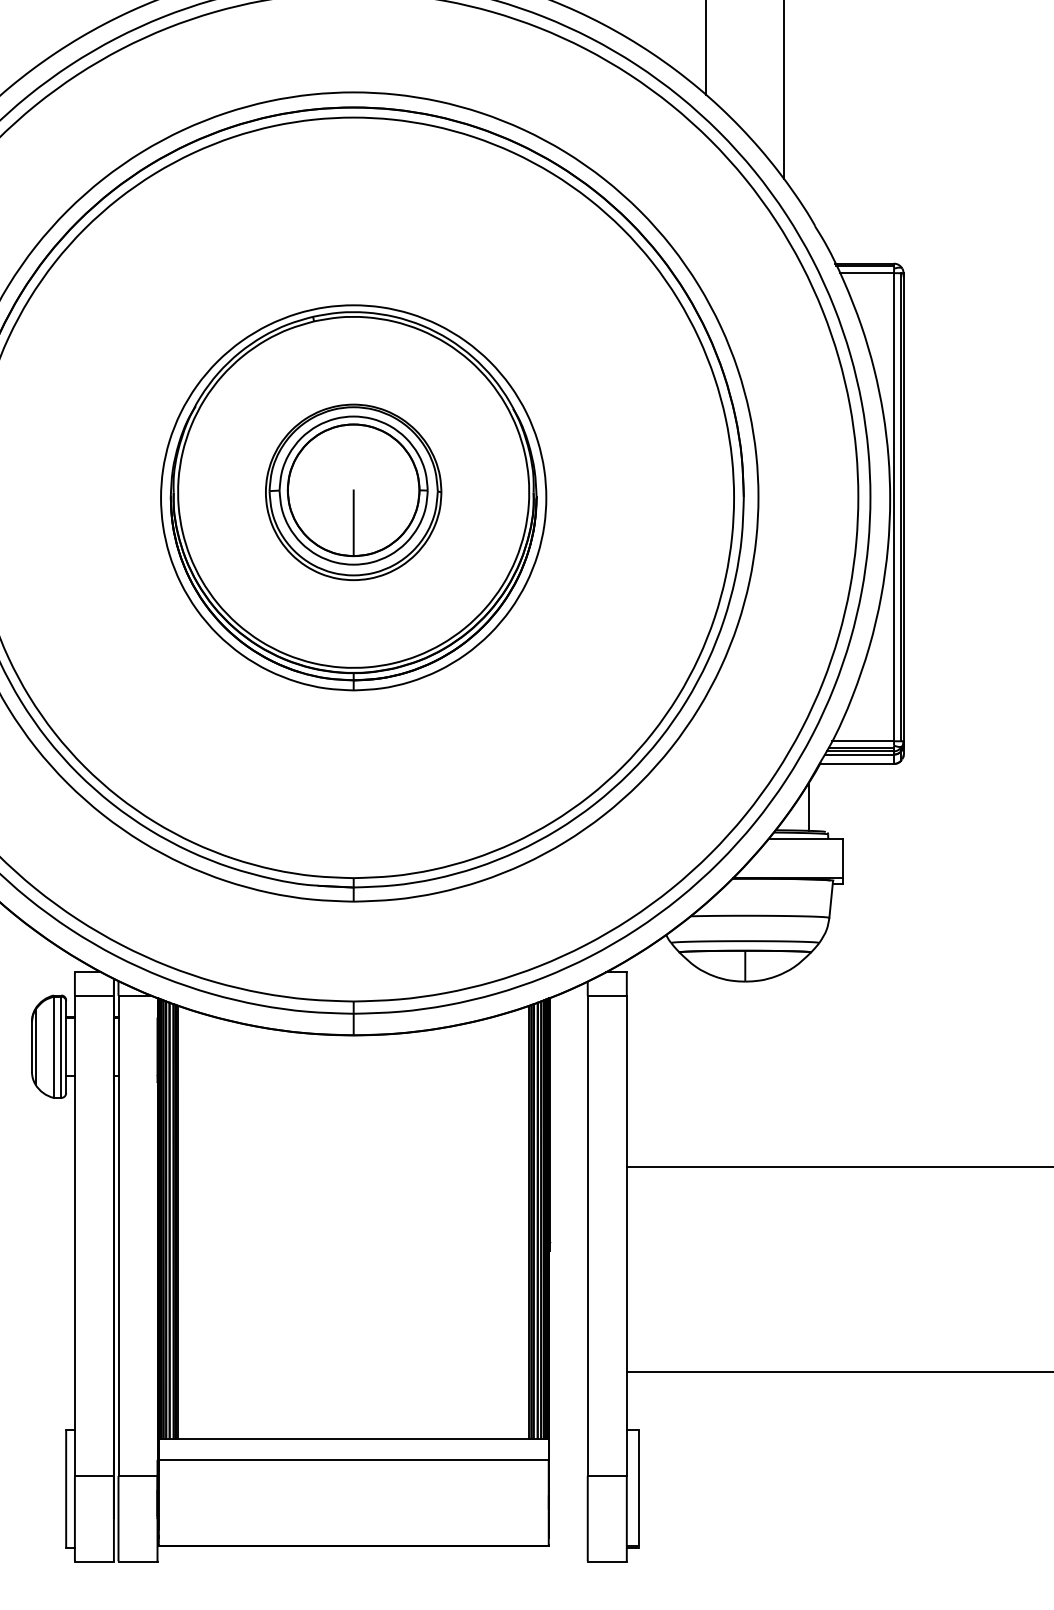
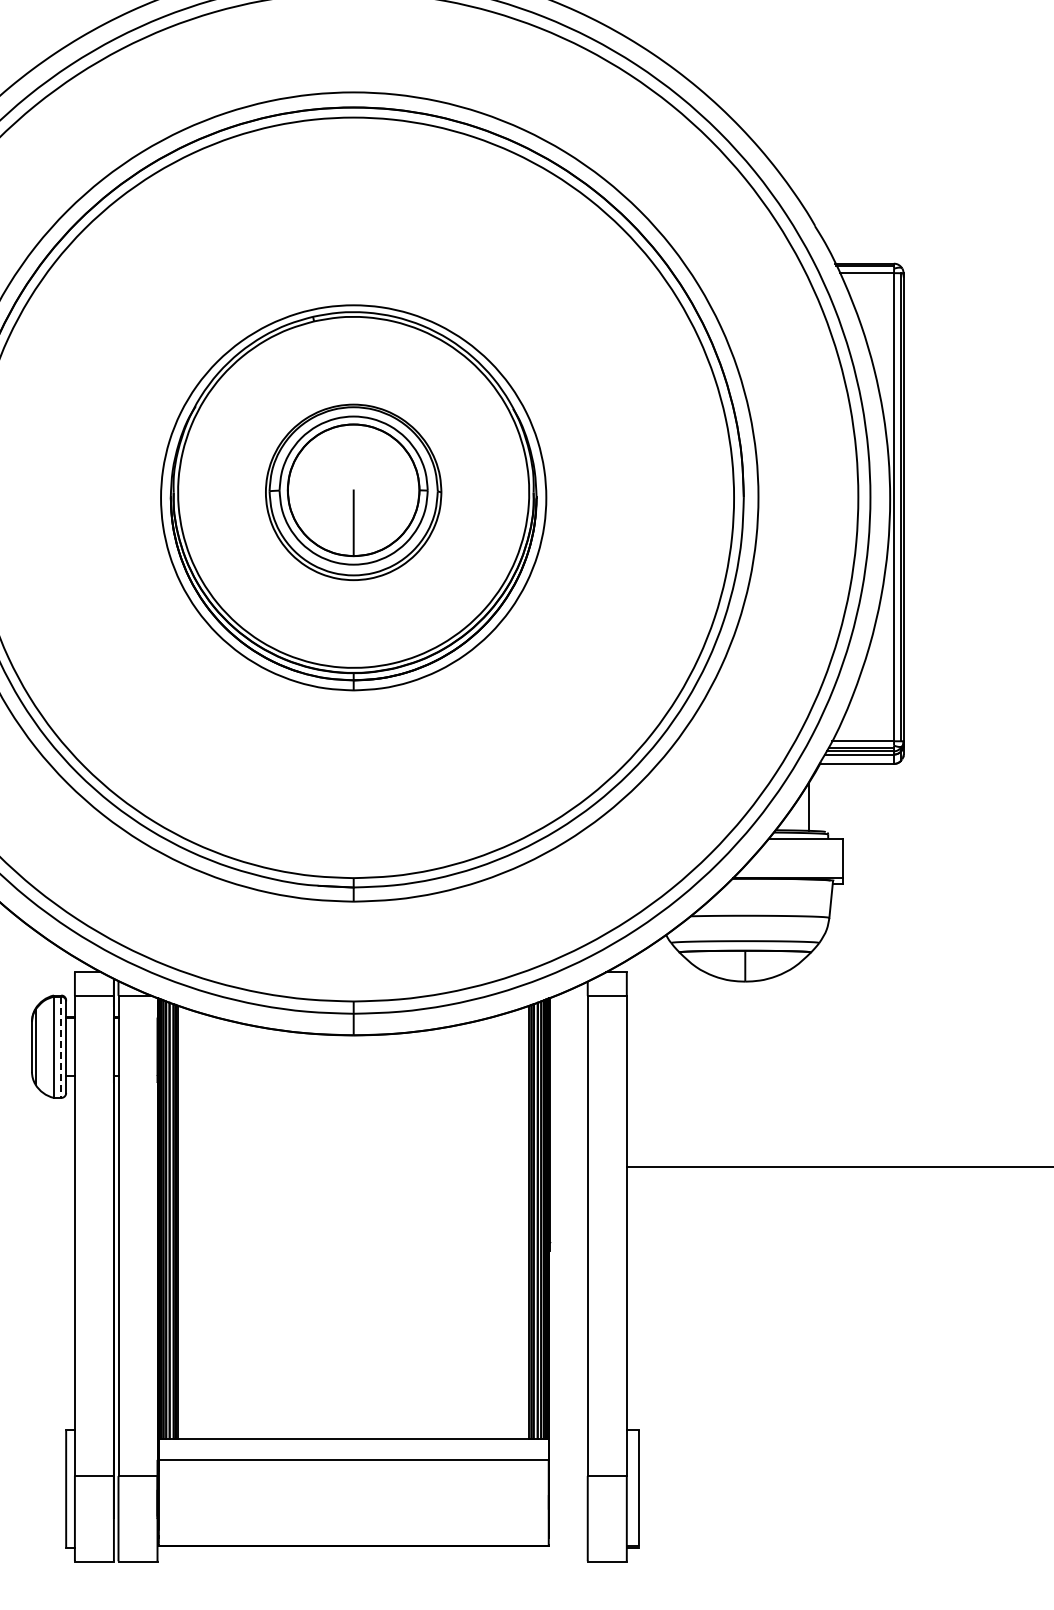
line at (706, 48): present -> none
line at (784, 90): present -> none
line at (61, 1047): solid -> dashed
line at (838, 1372): present -> none
